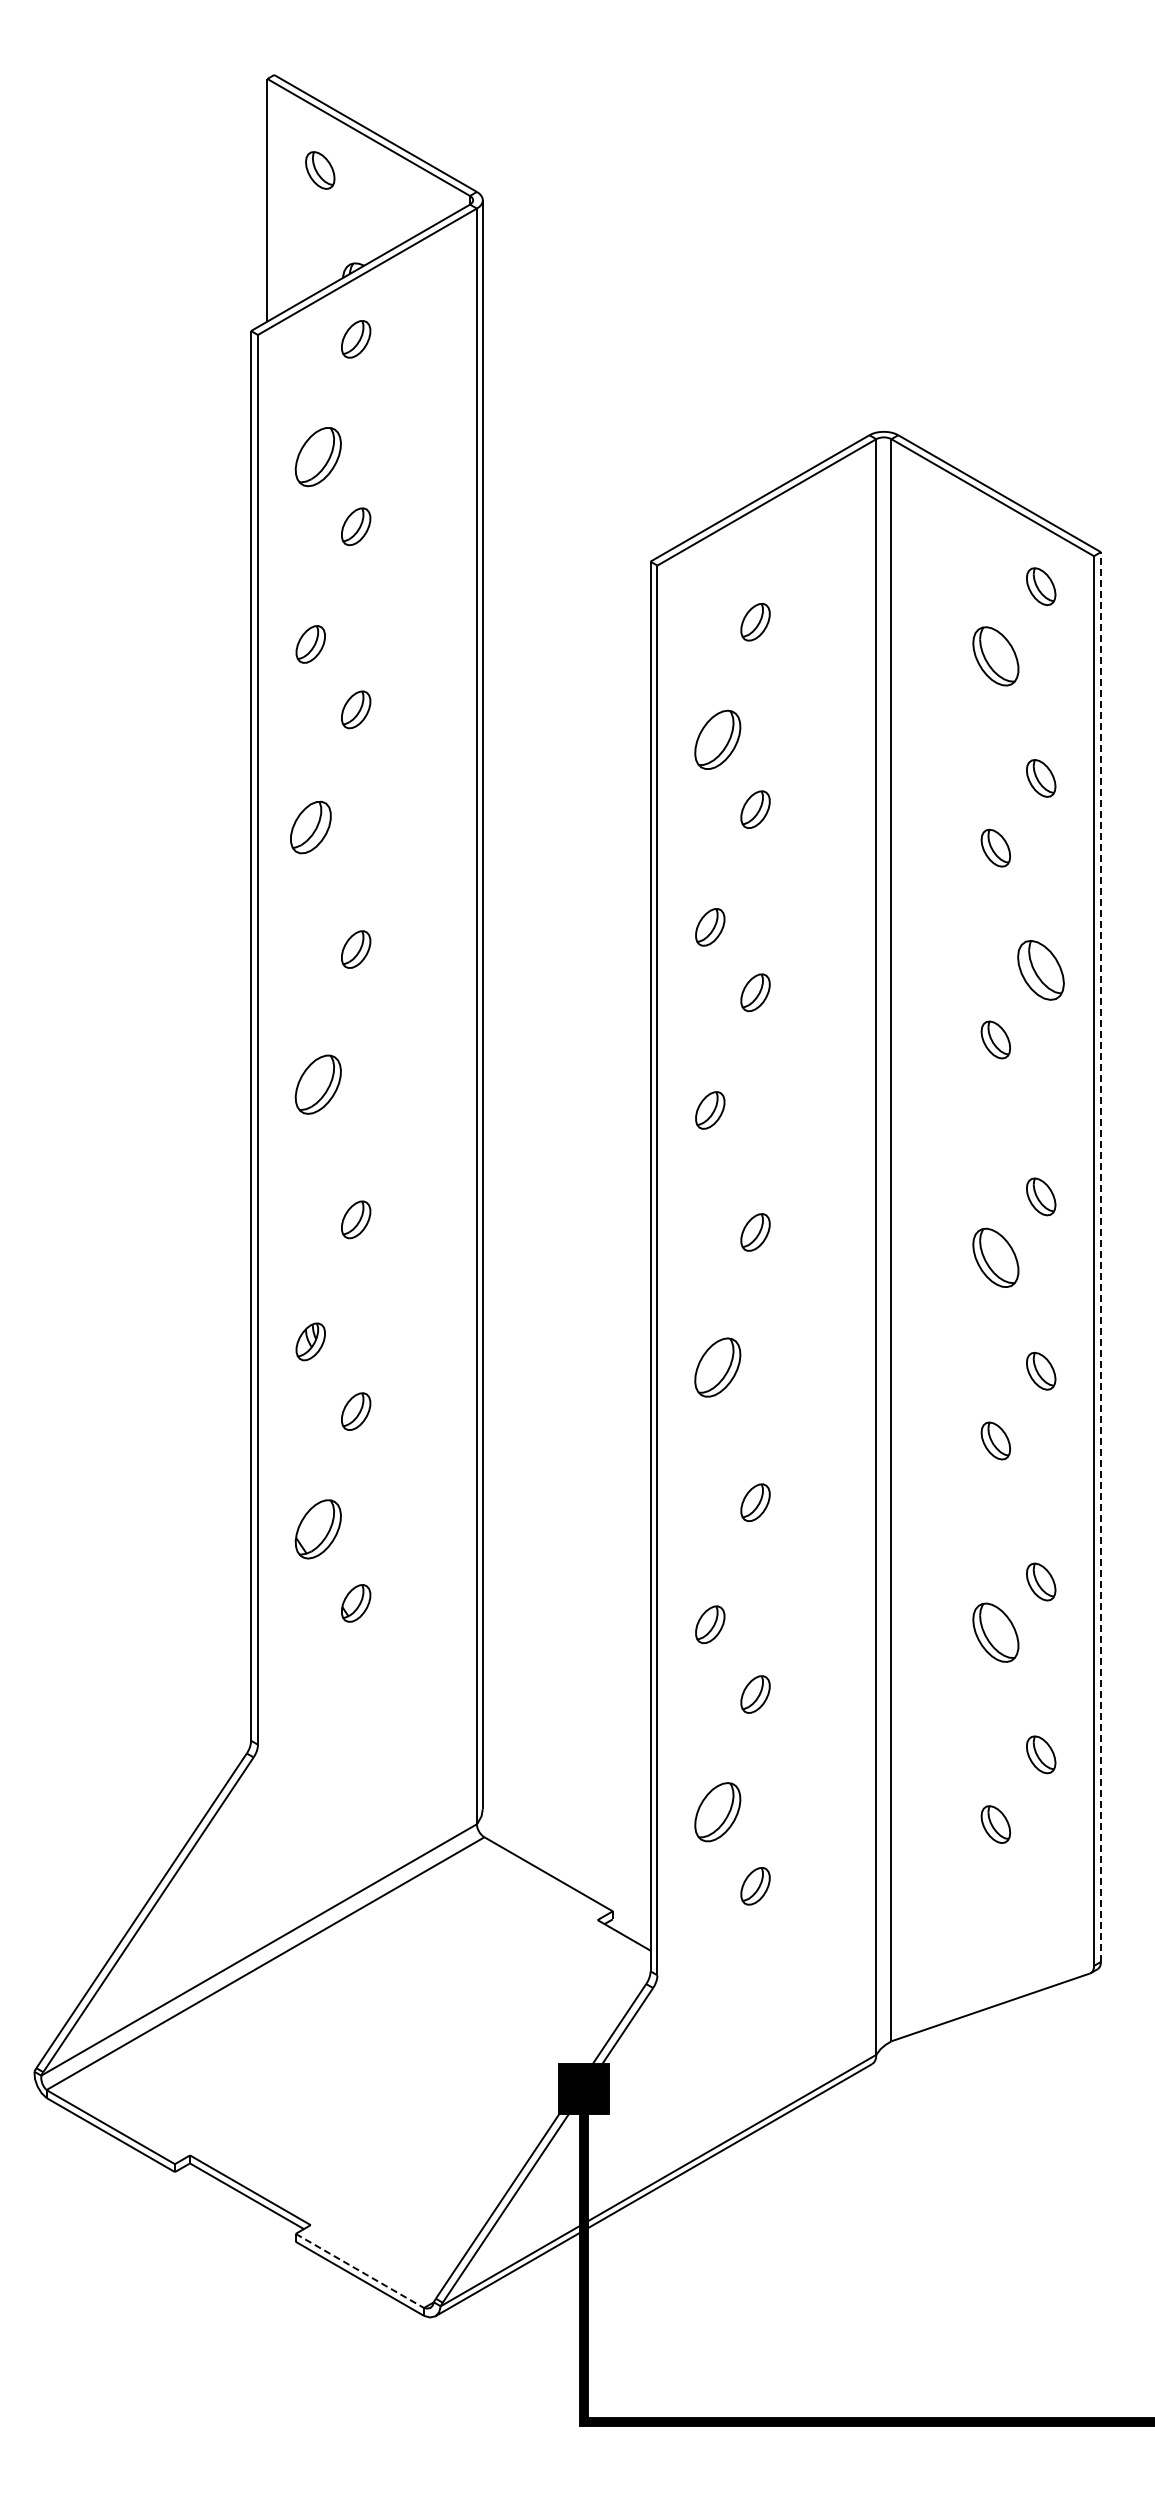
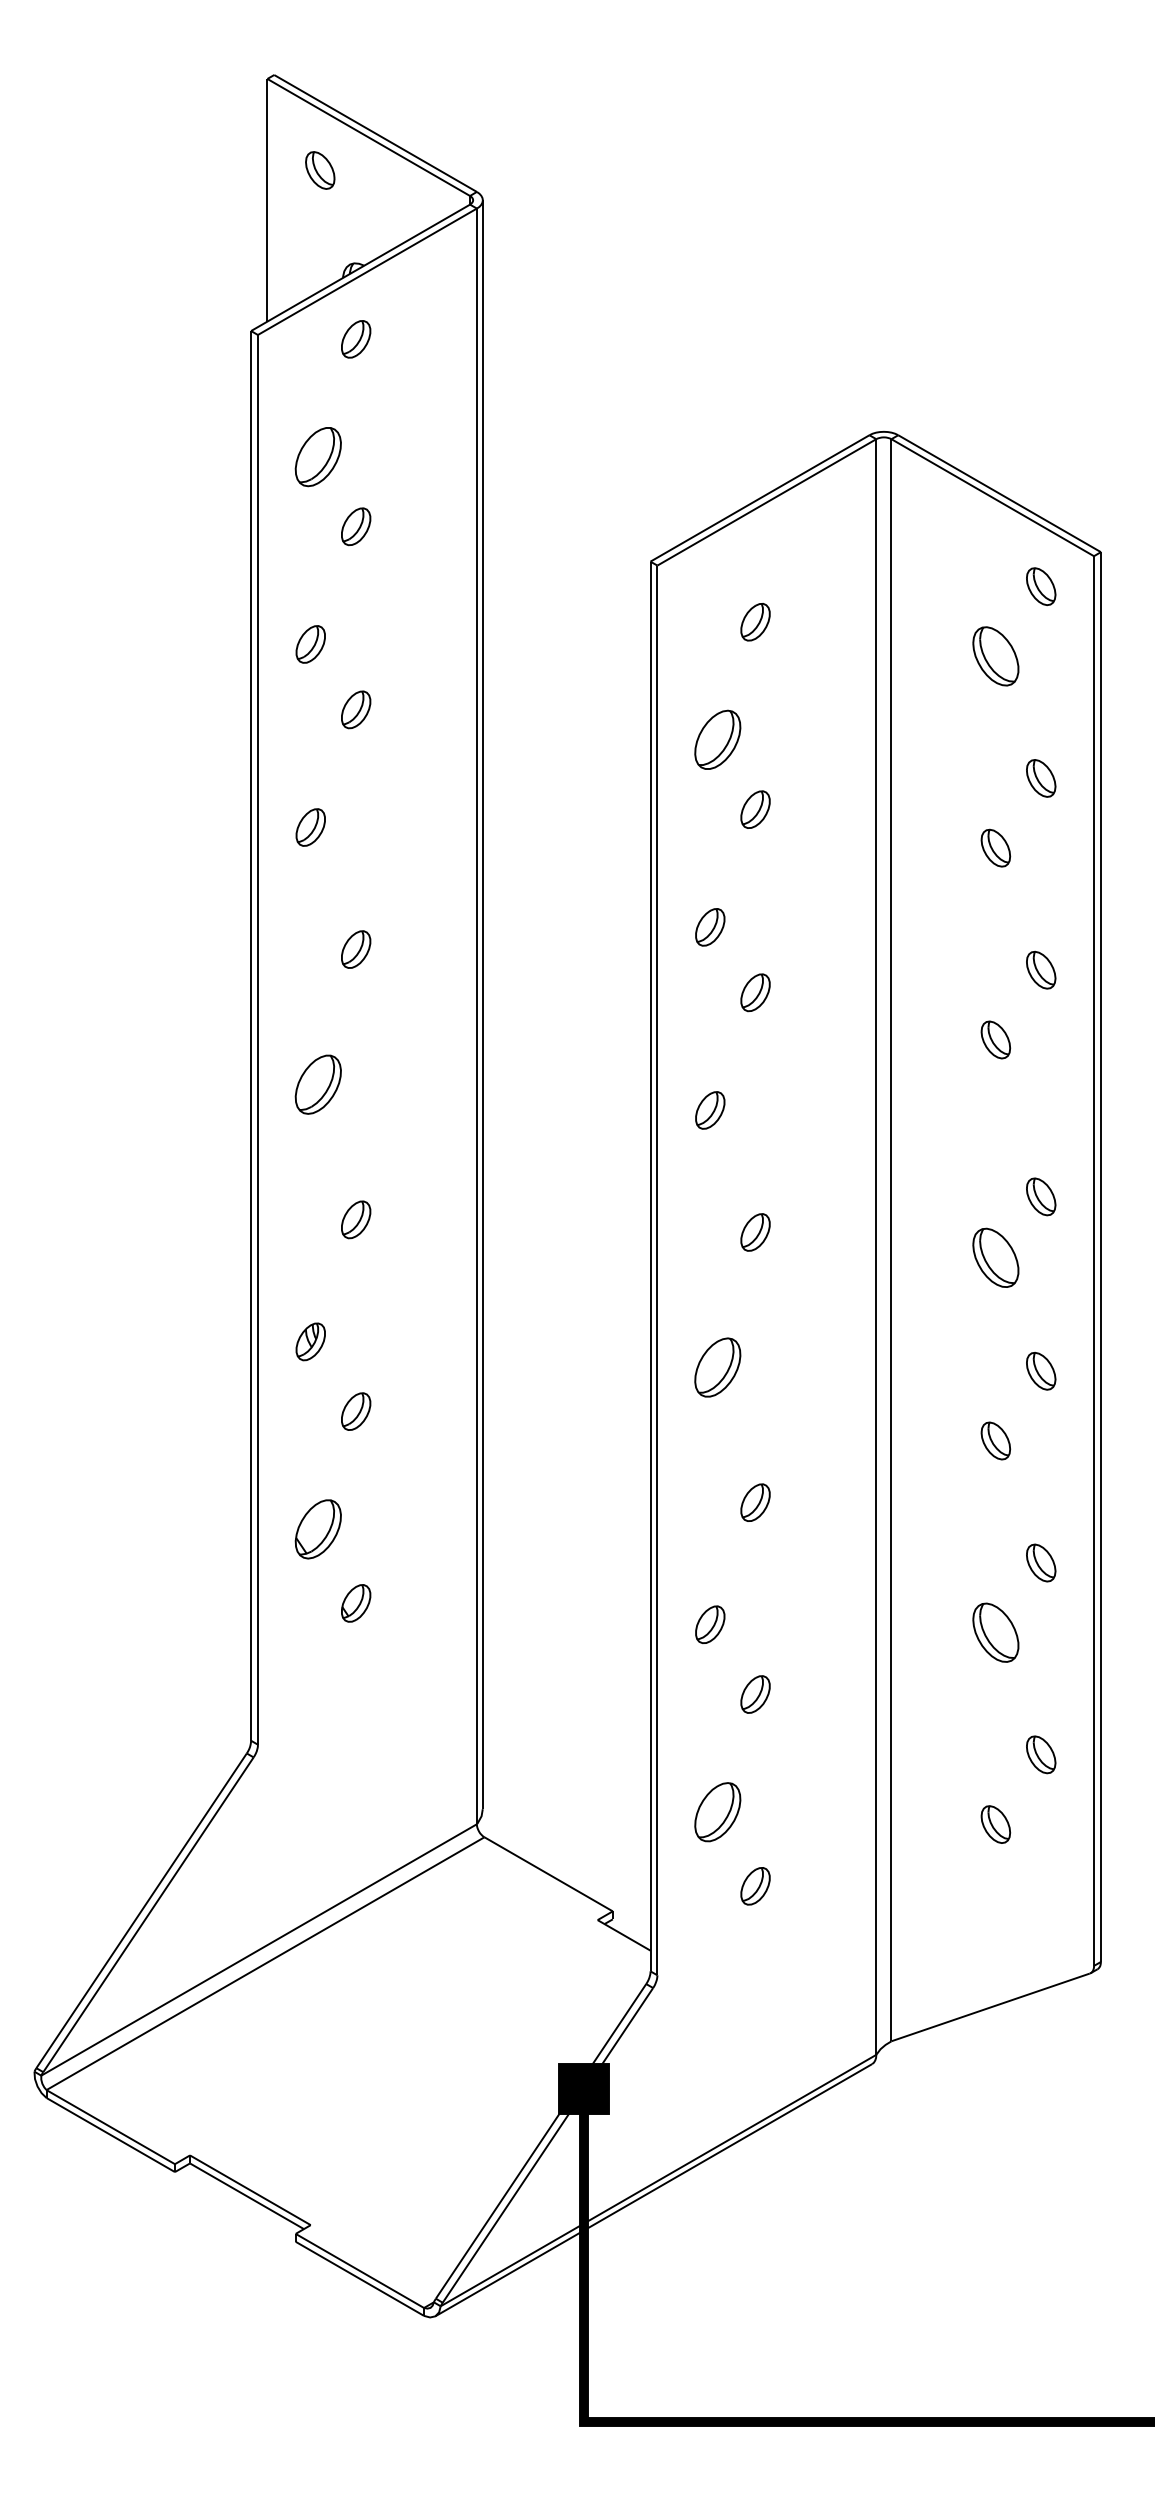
part at (310, 827) size: 42x55 px -> 31x39 px
part at (1040, 970) size: 48x61 px -> 31x40 px
line at (1100, 1257): dashed -> solid
part at (1041, 1581) position: (1041, 1581) -> (1041, 1562)
line at (360, 2271): dashed -> solid
